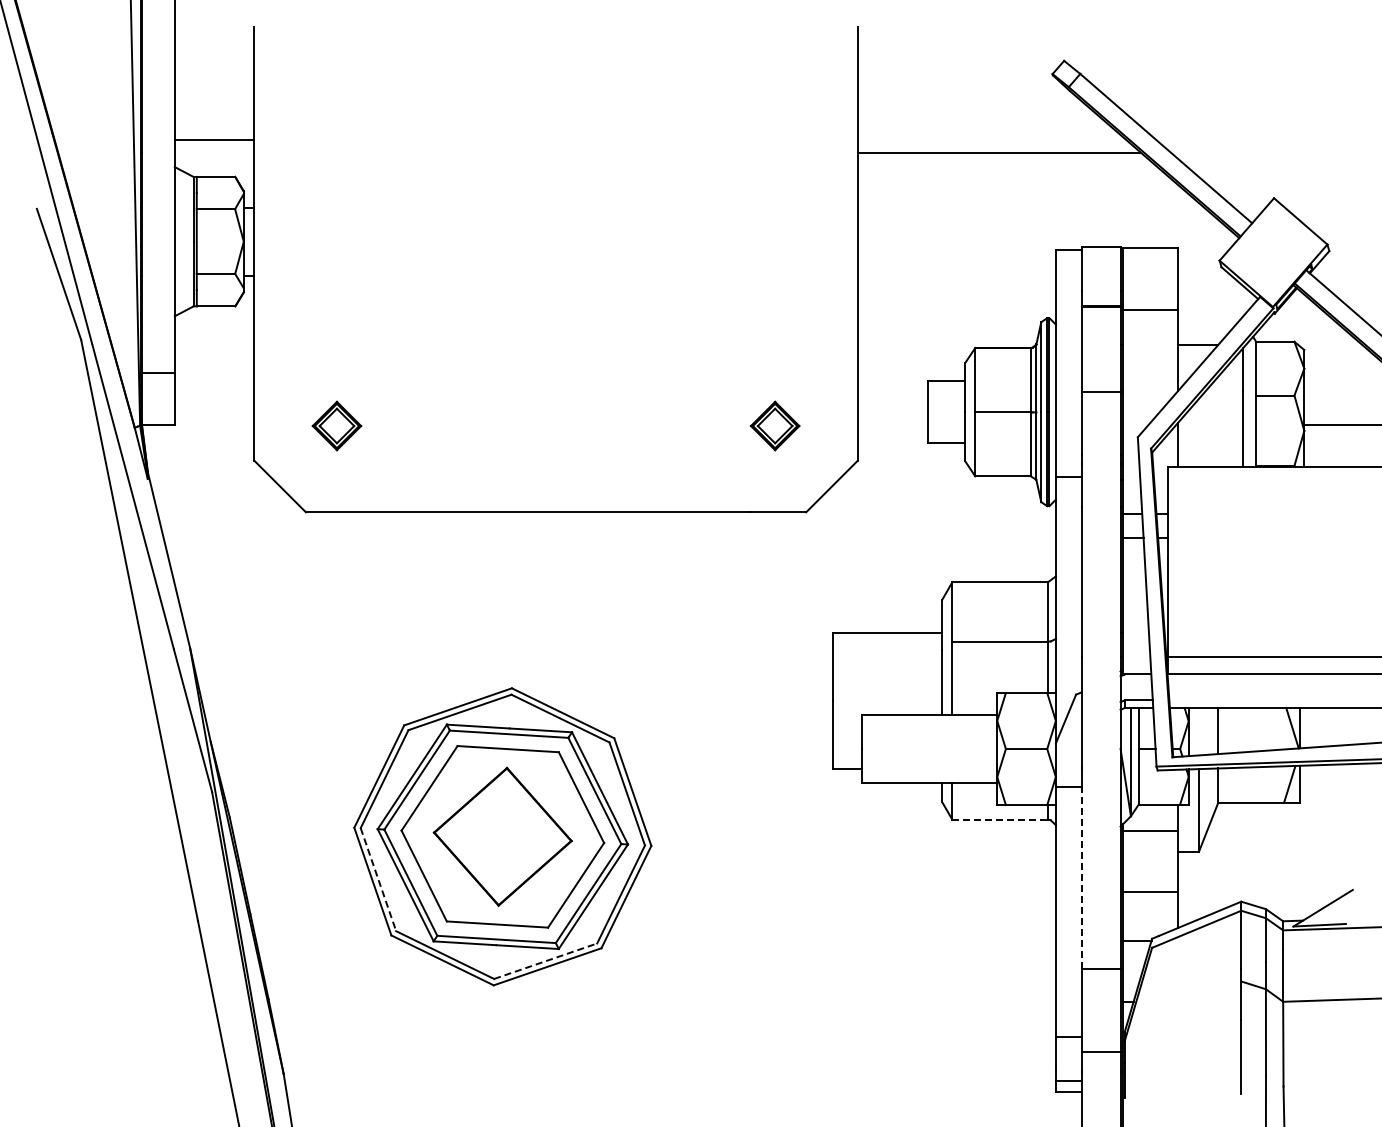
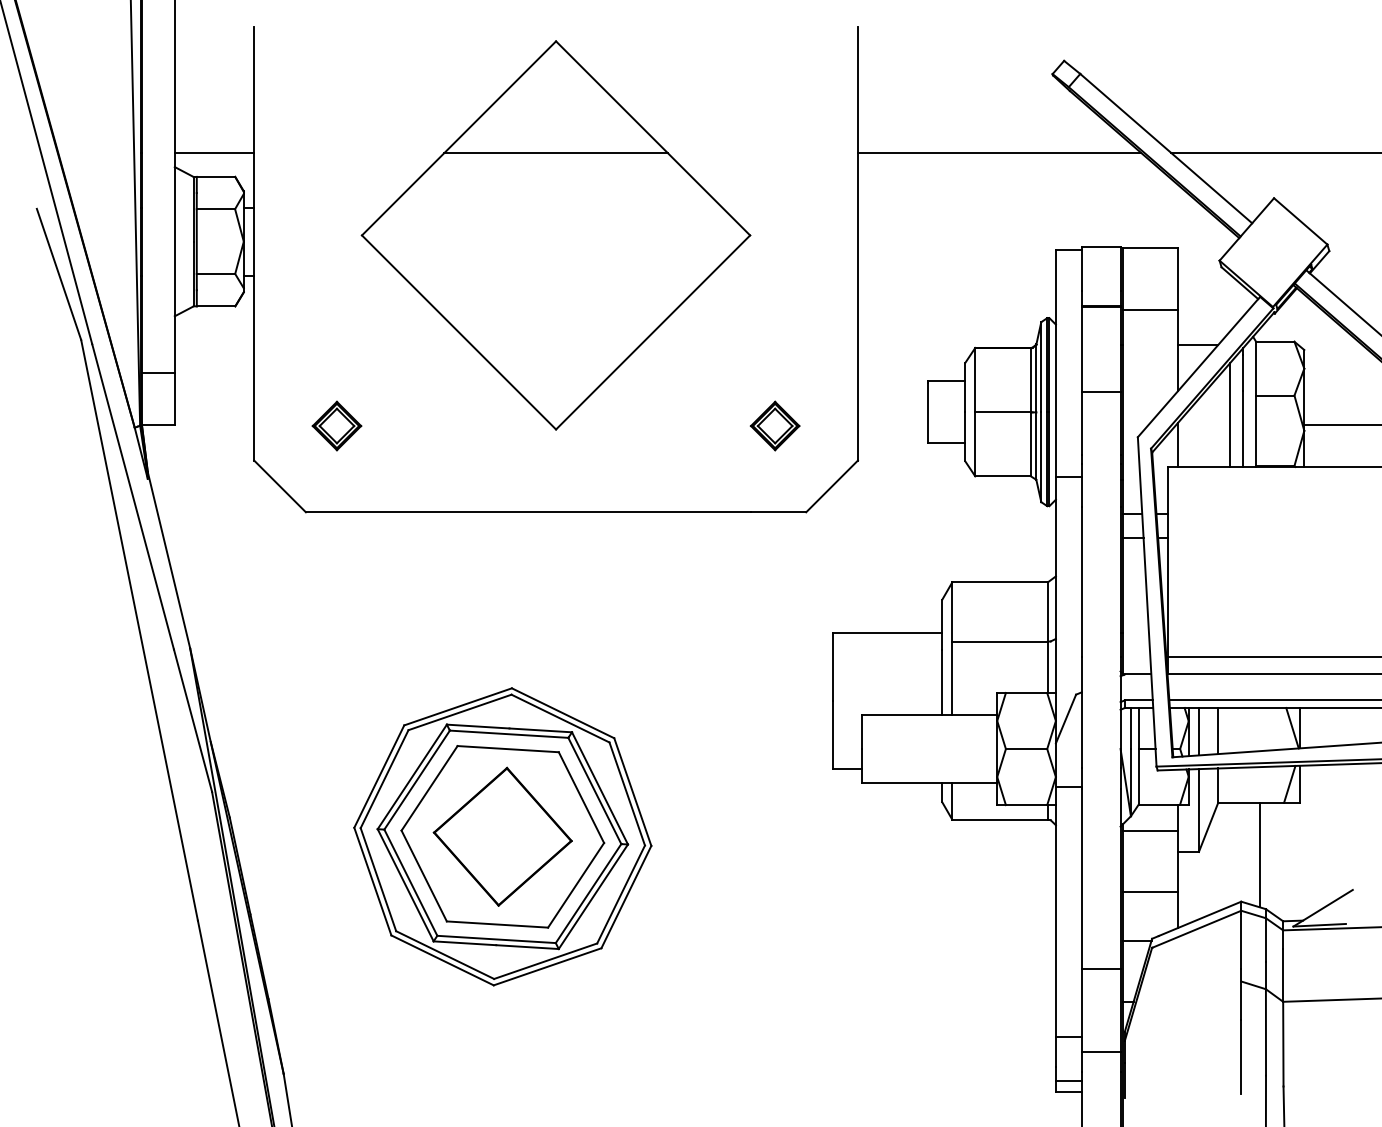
line at (214, 140) position: (214, 140) -> (214, 153)
line at (1274, 153): none -> present
part at (555, 235): none -> present
line at (1230, 414): none -> present
line at (1273, 700): none -> present
line at (1198, 731): none -> present
line at (1000, 819): dashed -> solid
line at (1260, 854): none -> present
line at (1081, 878): dashed -> solid
line at (378, 880): dashed -> solid
line at (546, 961): dashed -> solid
